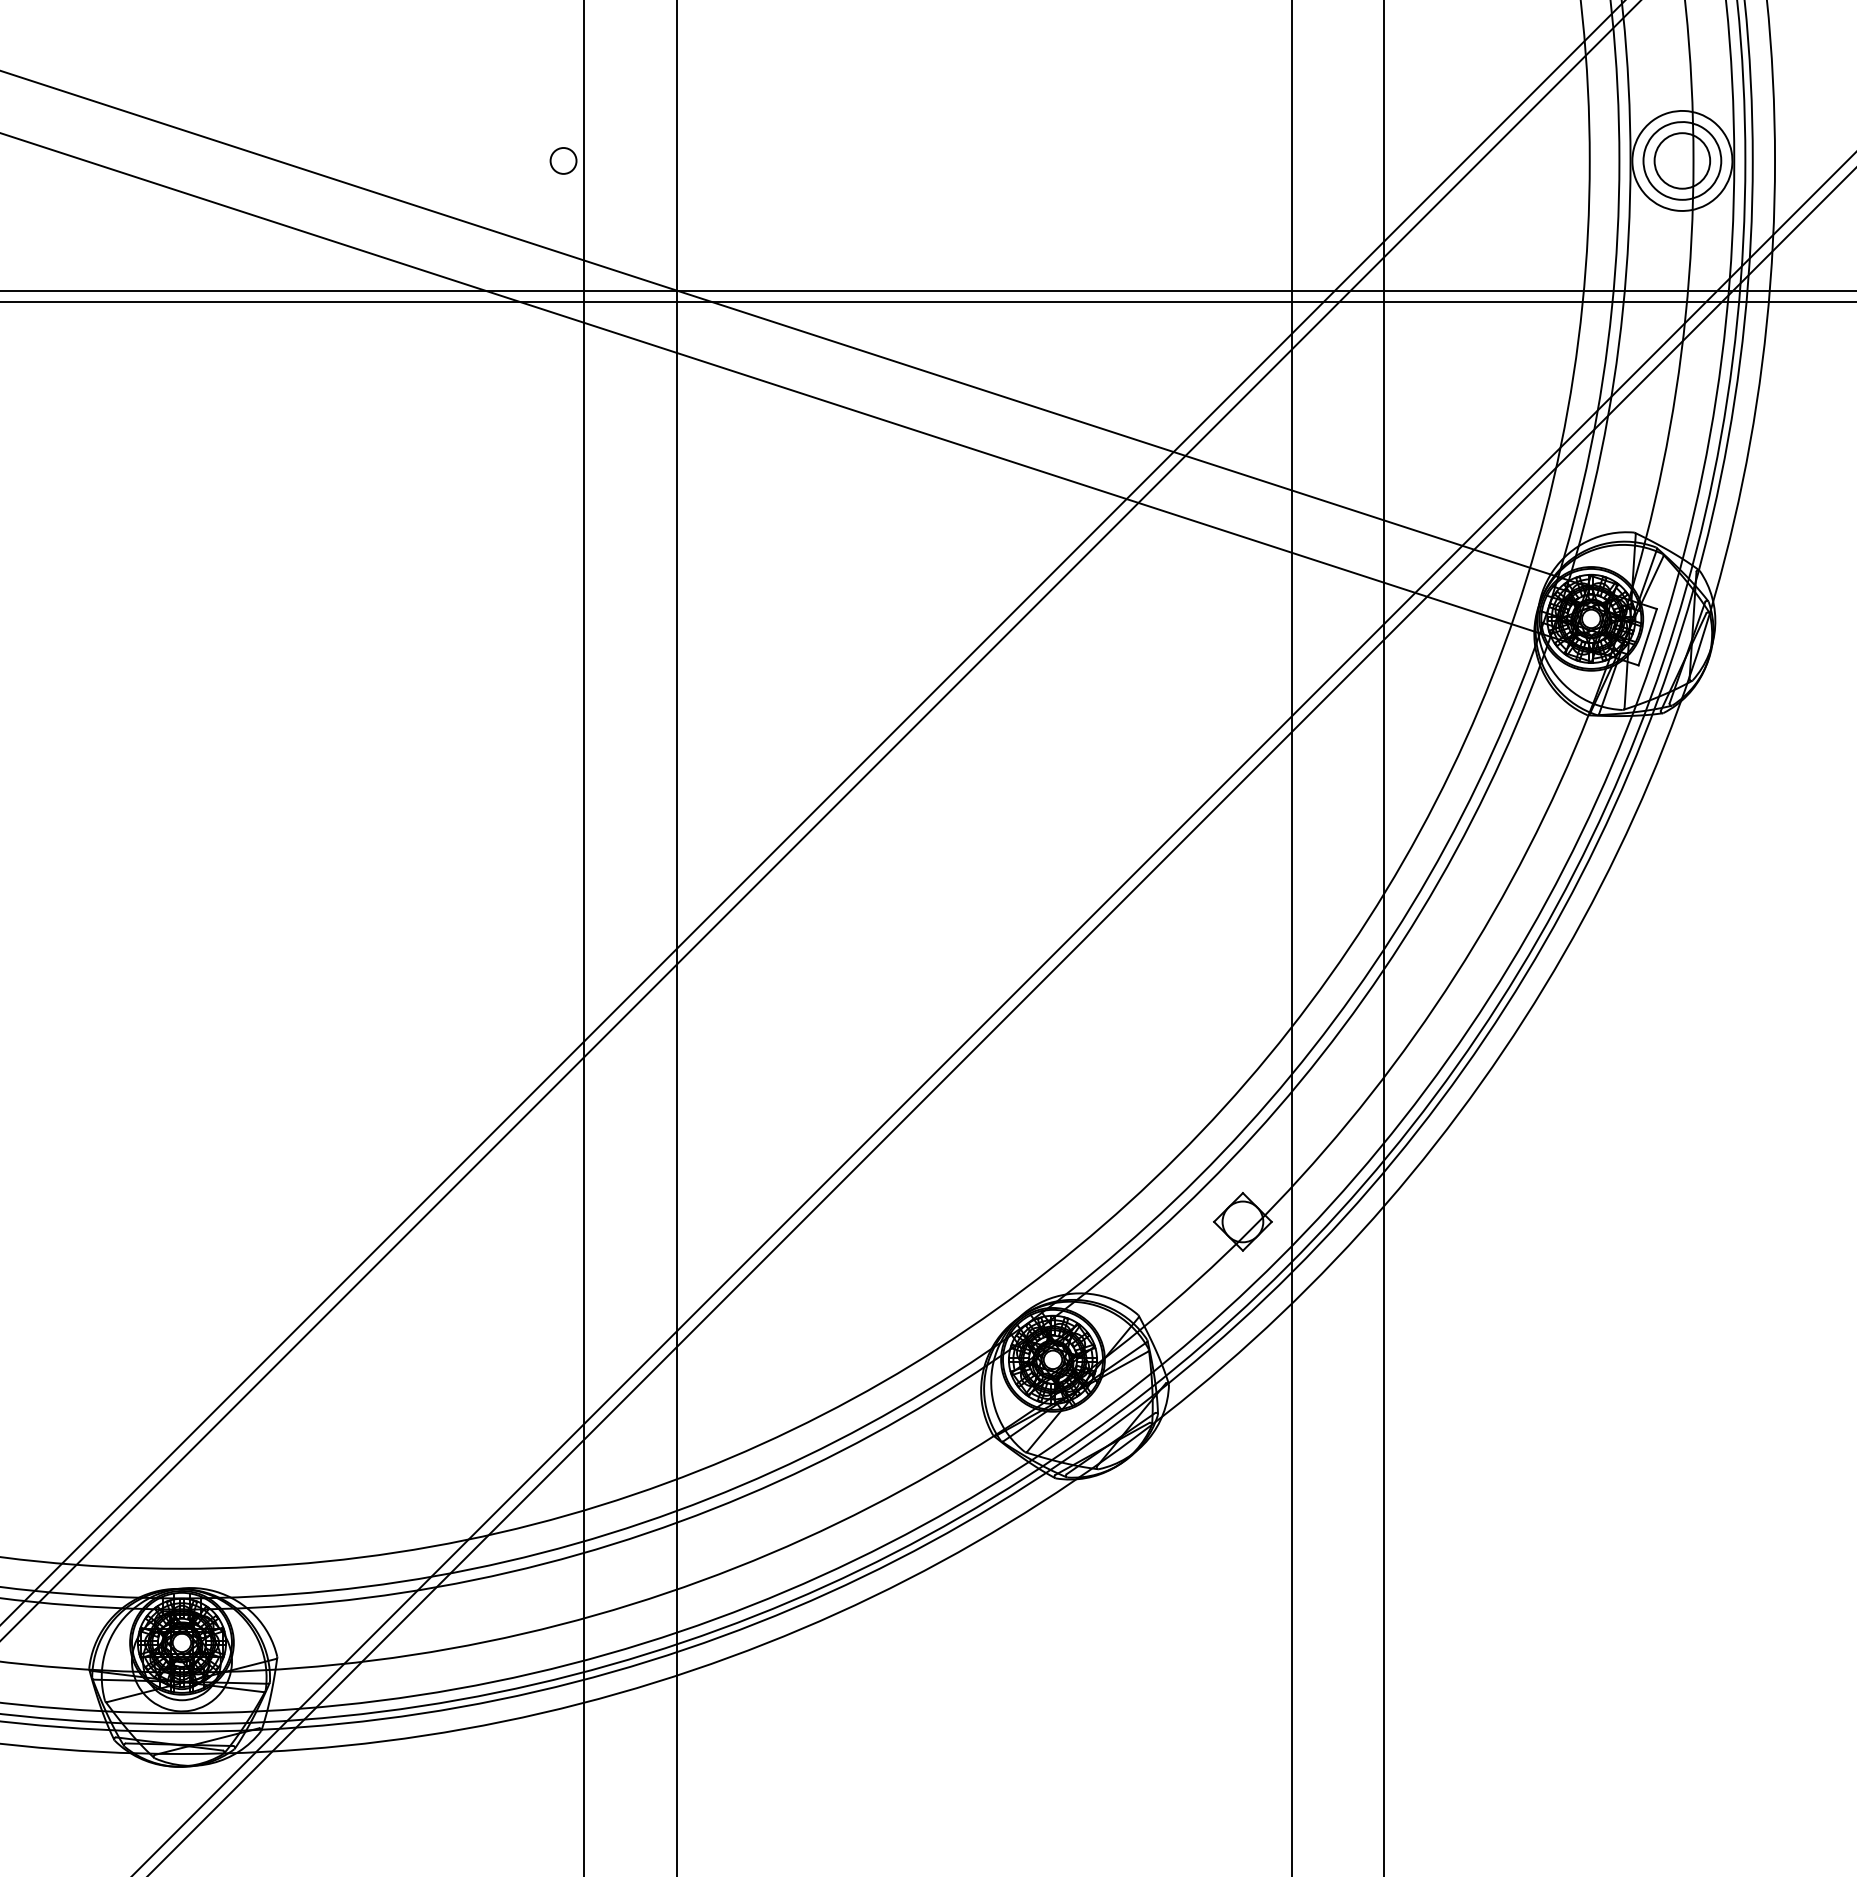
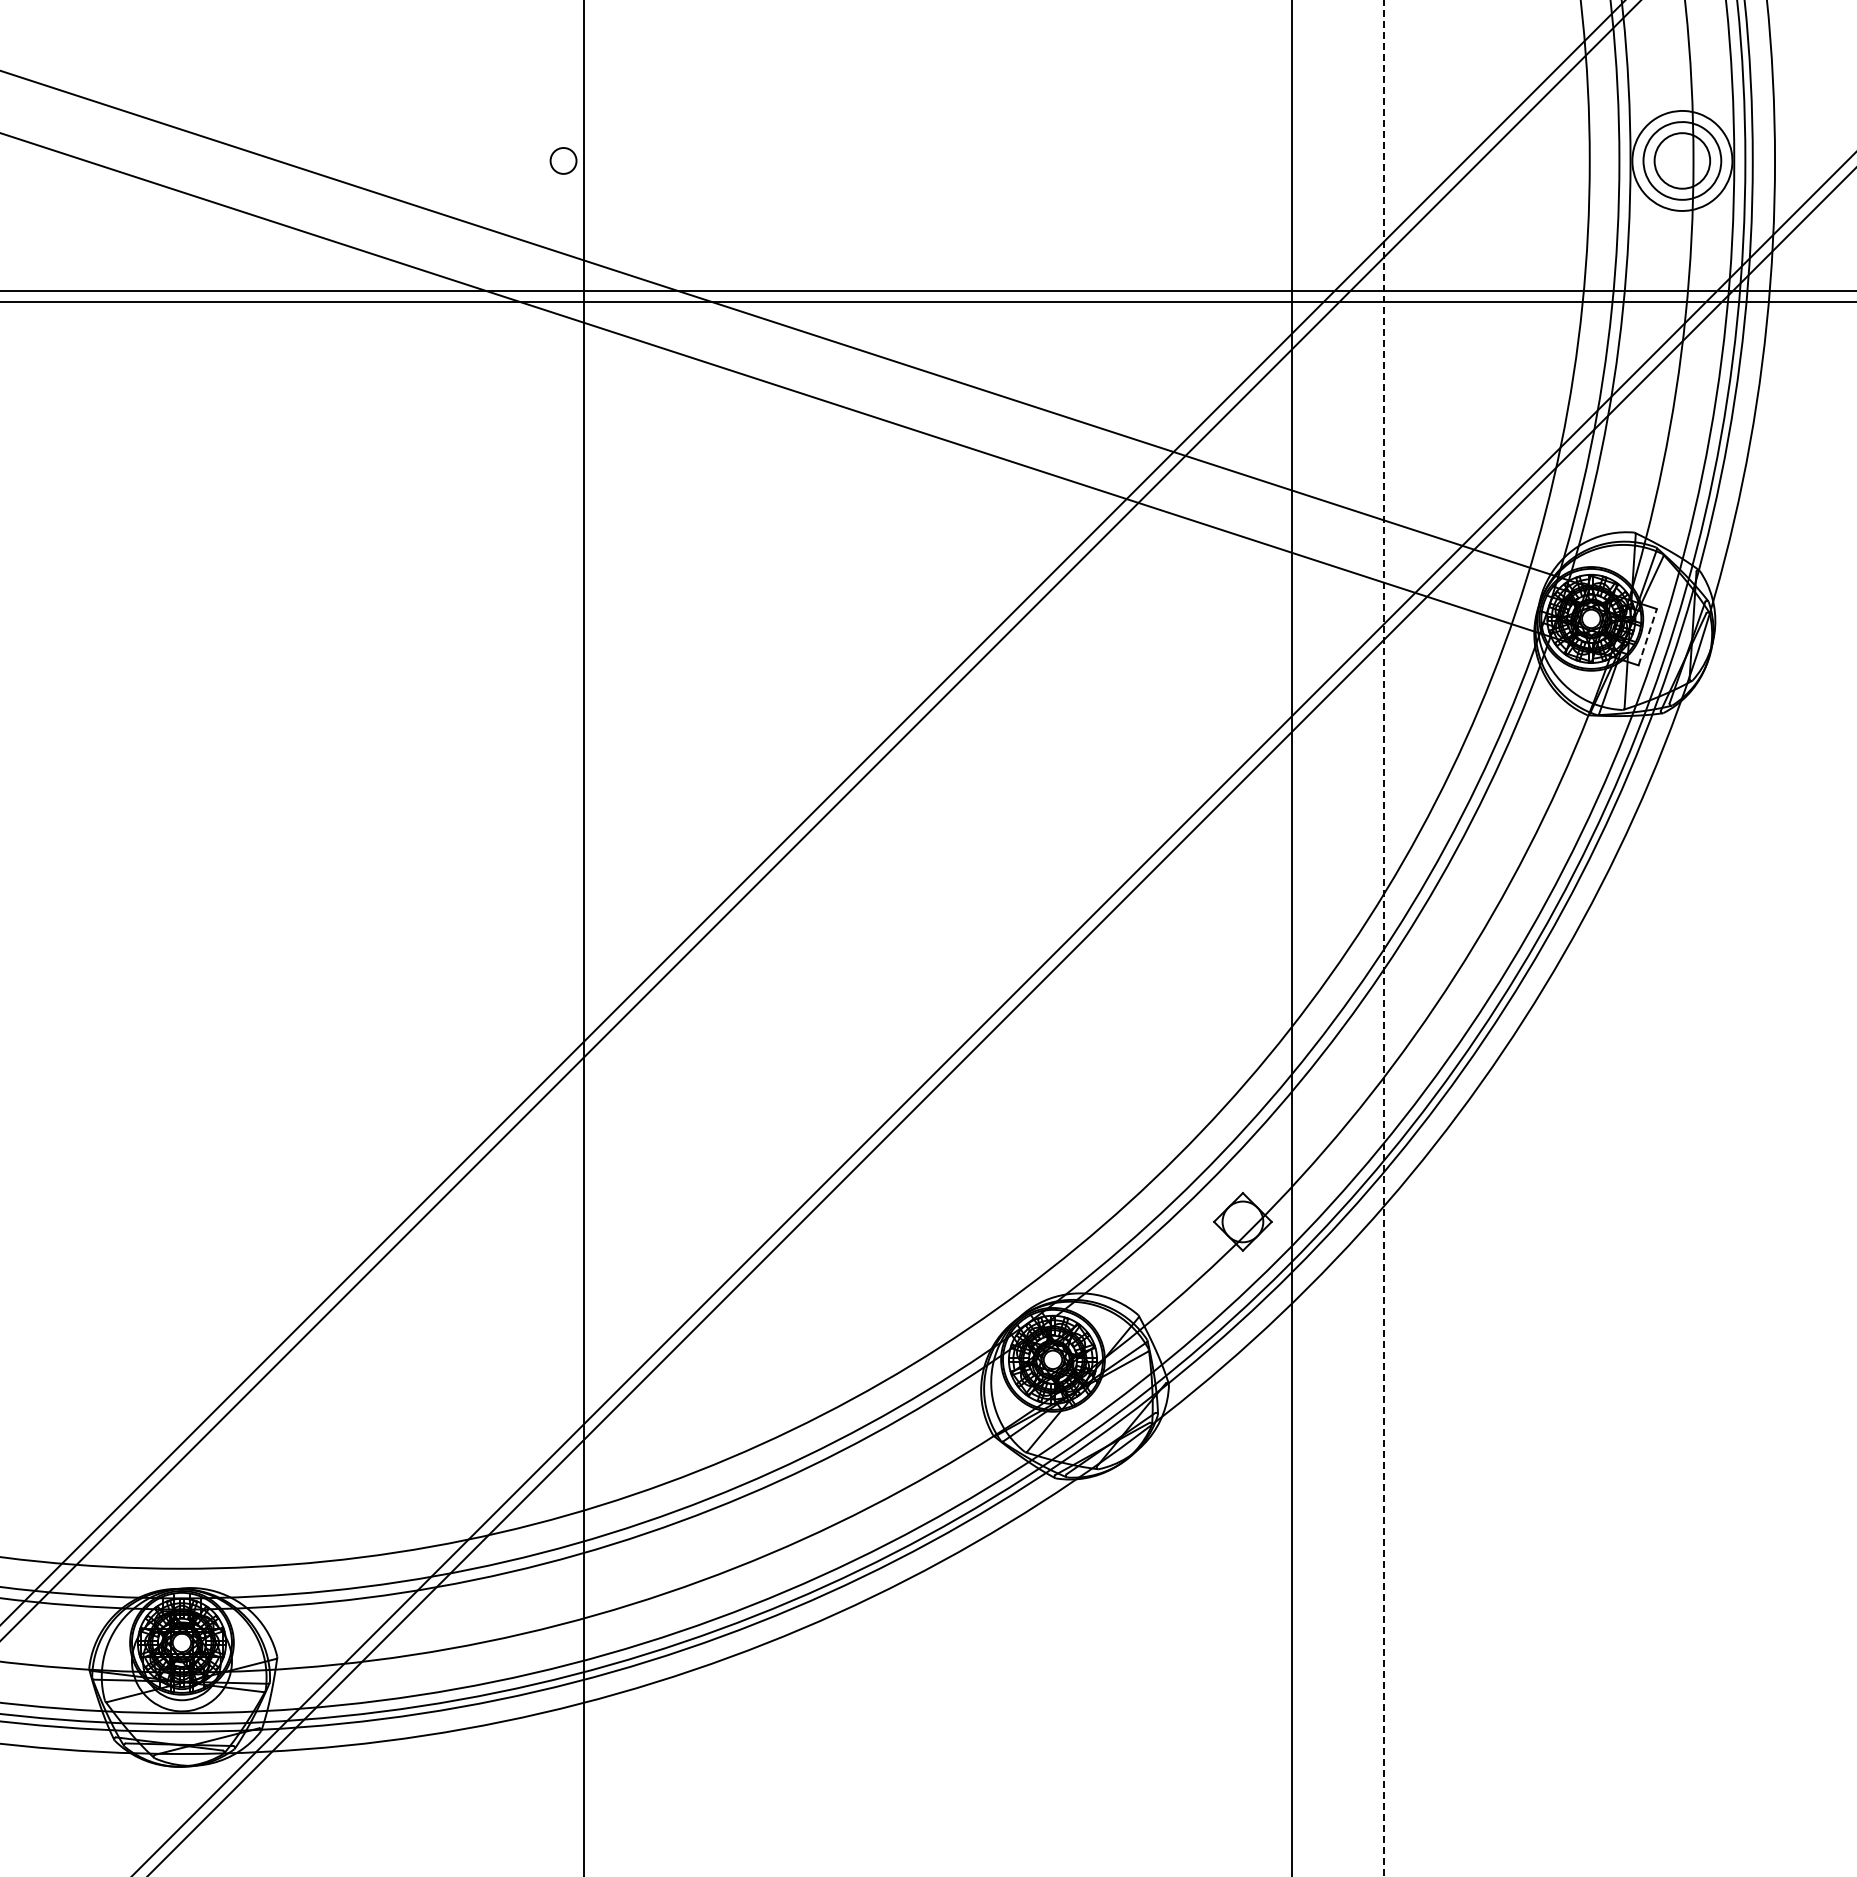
line at (1647, 637): solid -> dashed
line at (676, 937): present -> none
line at (1384, 937): solid -> dashed
